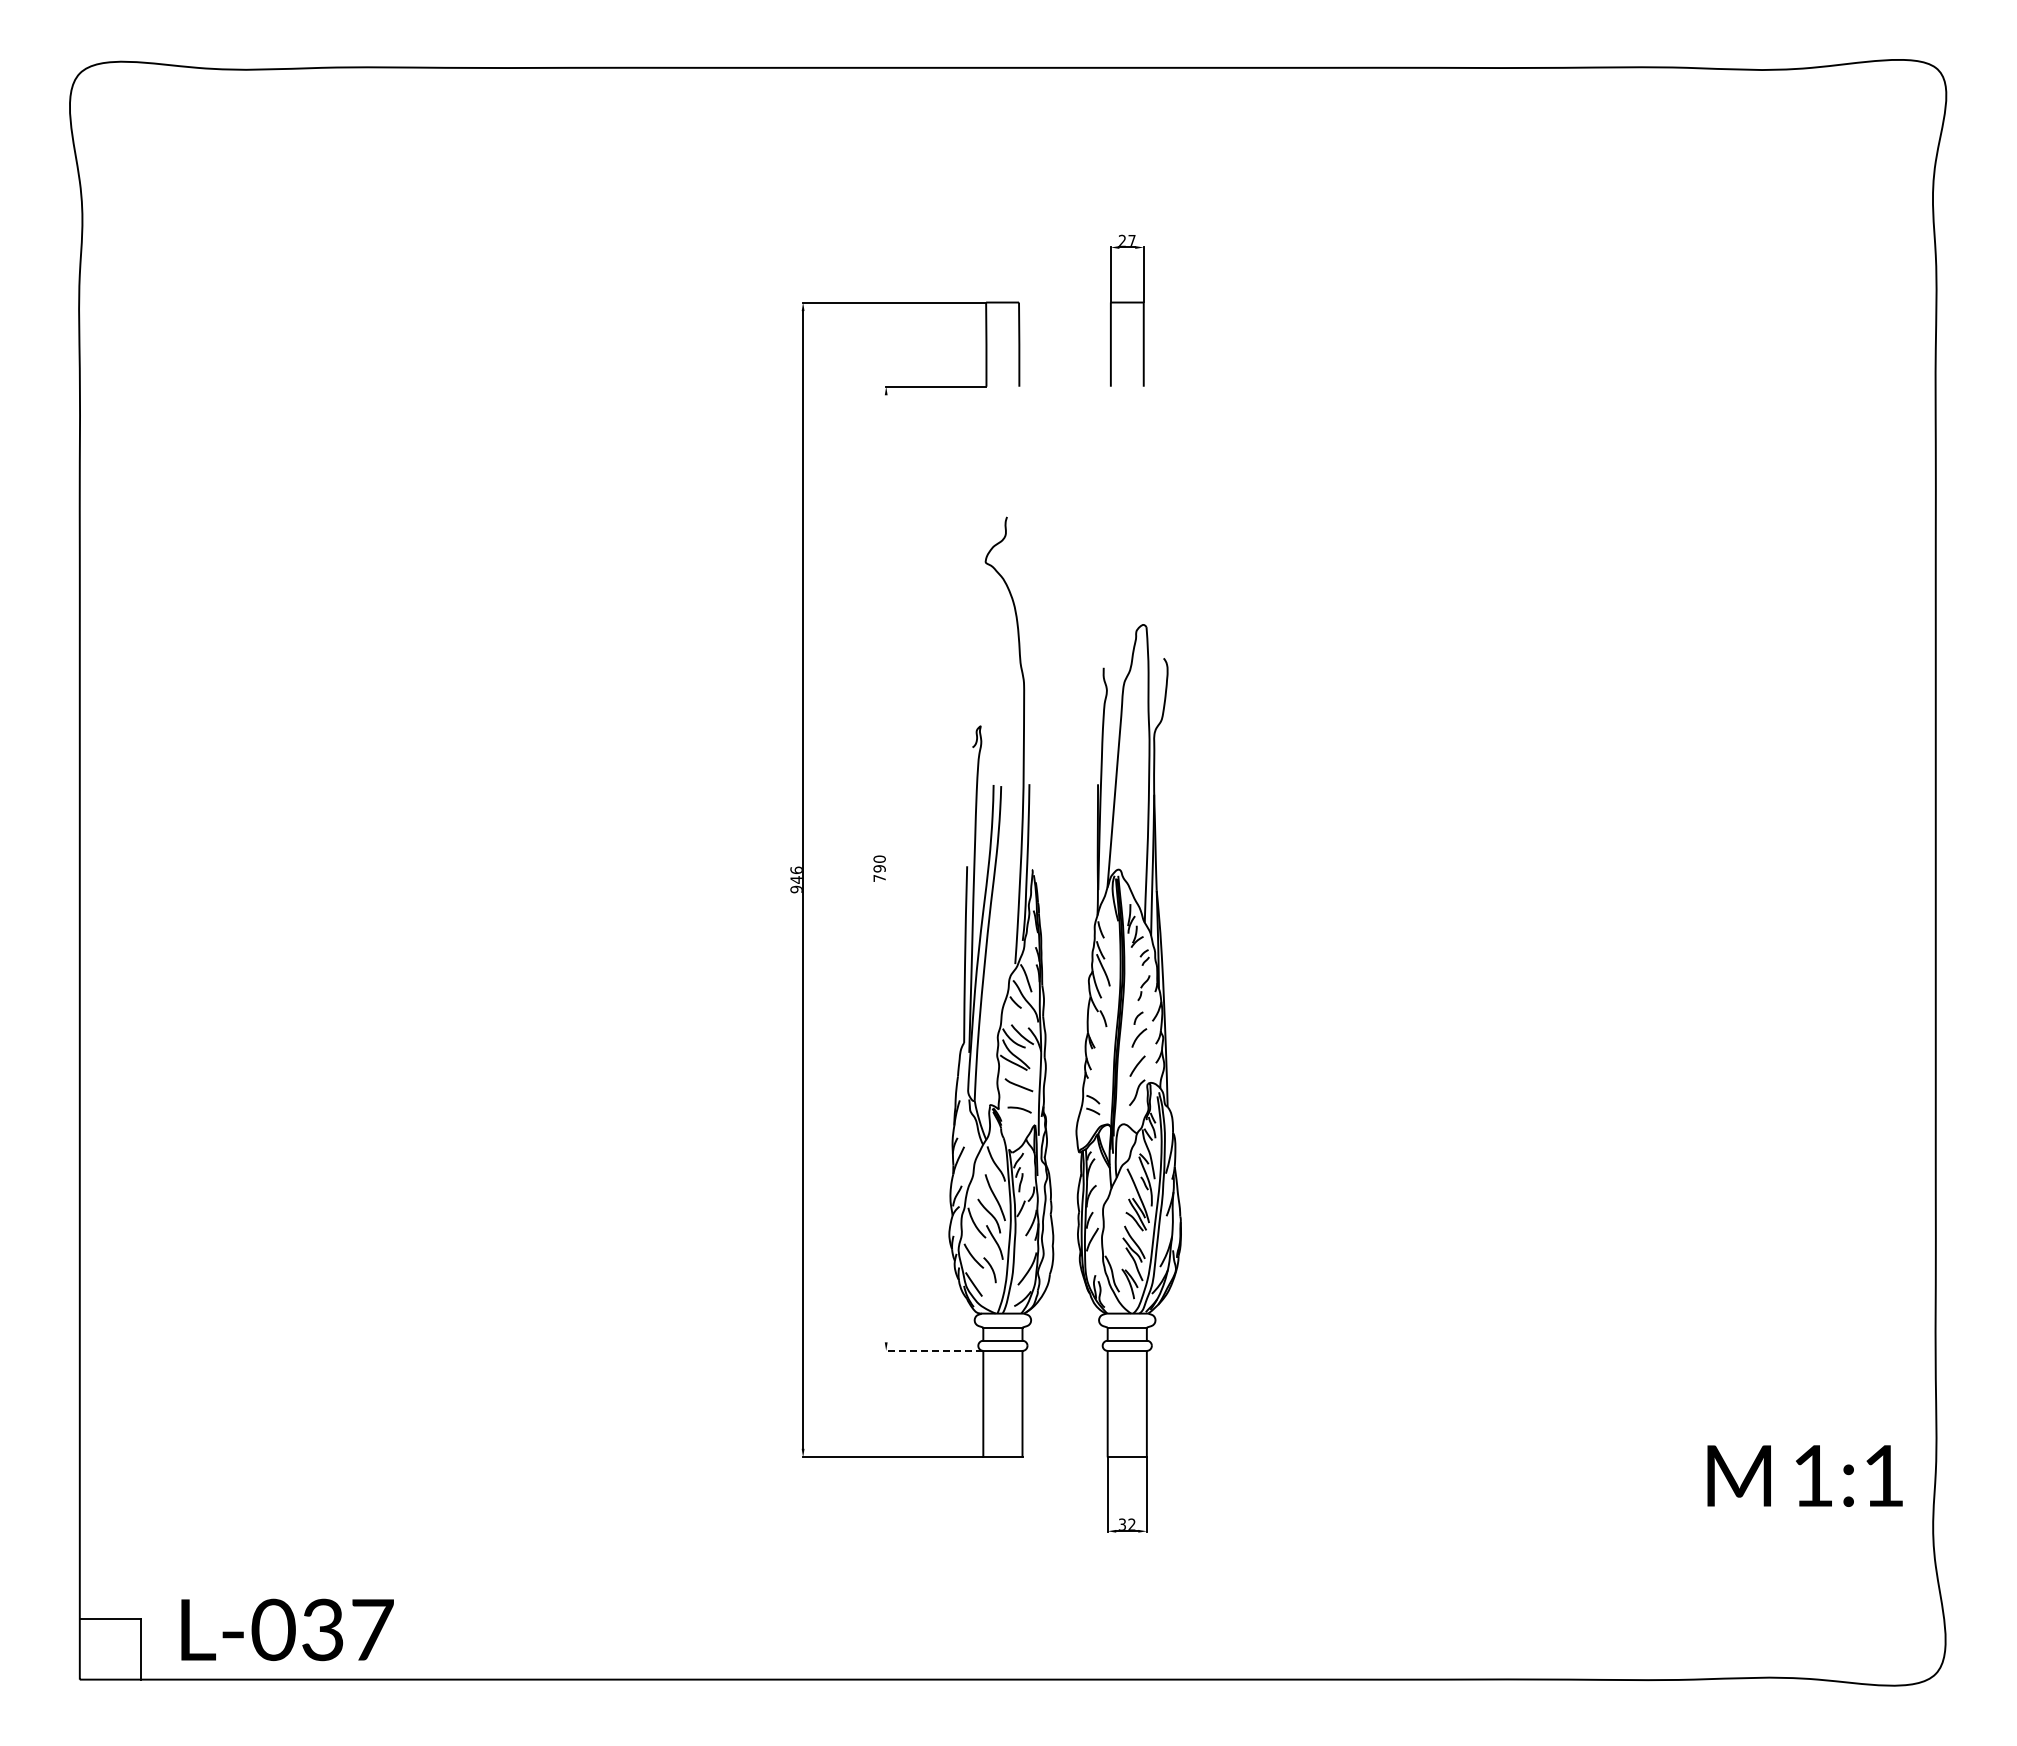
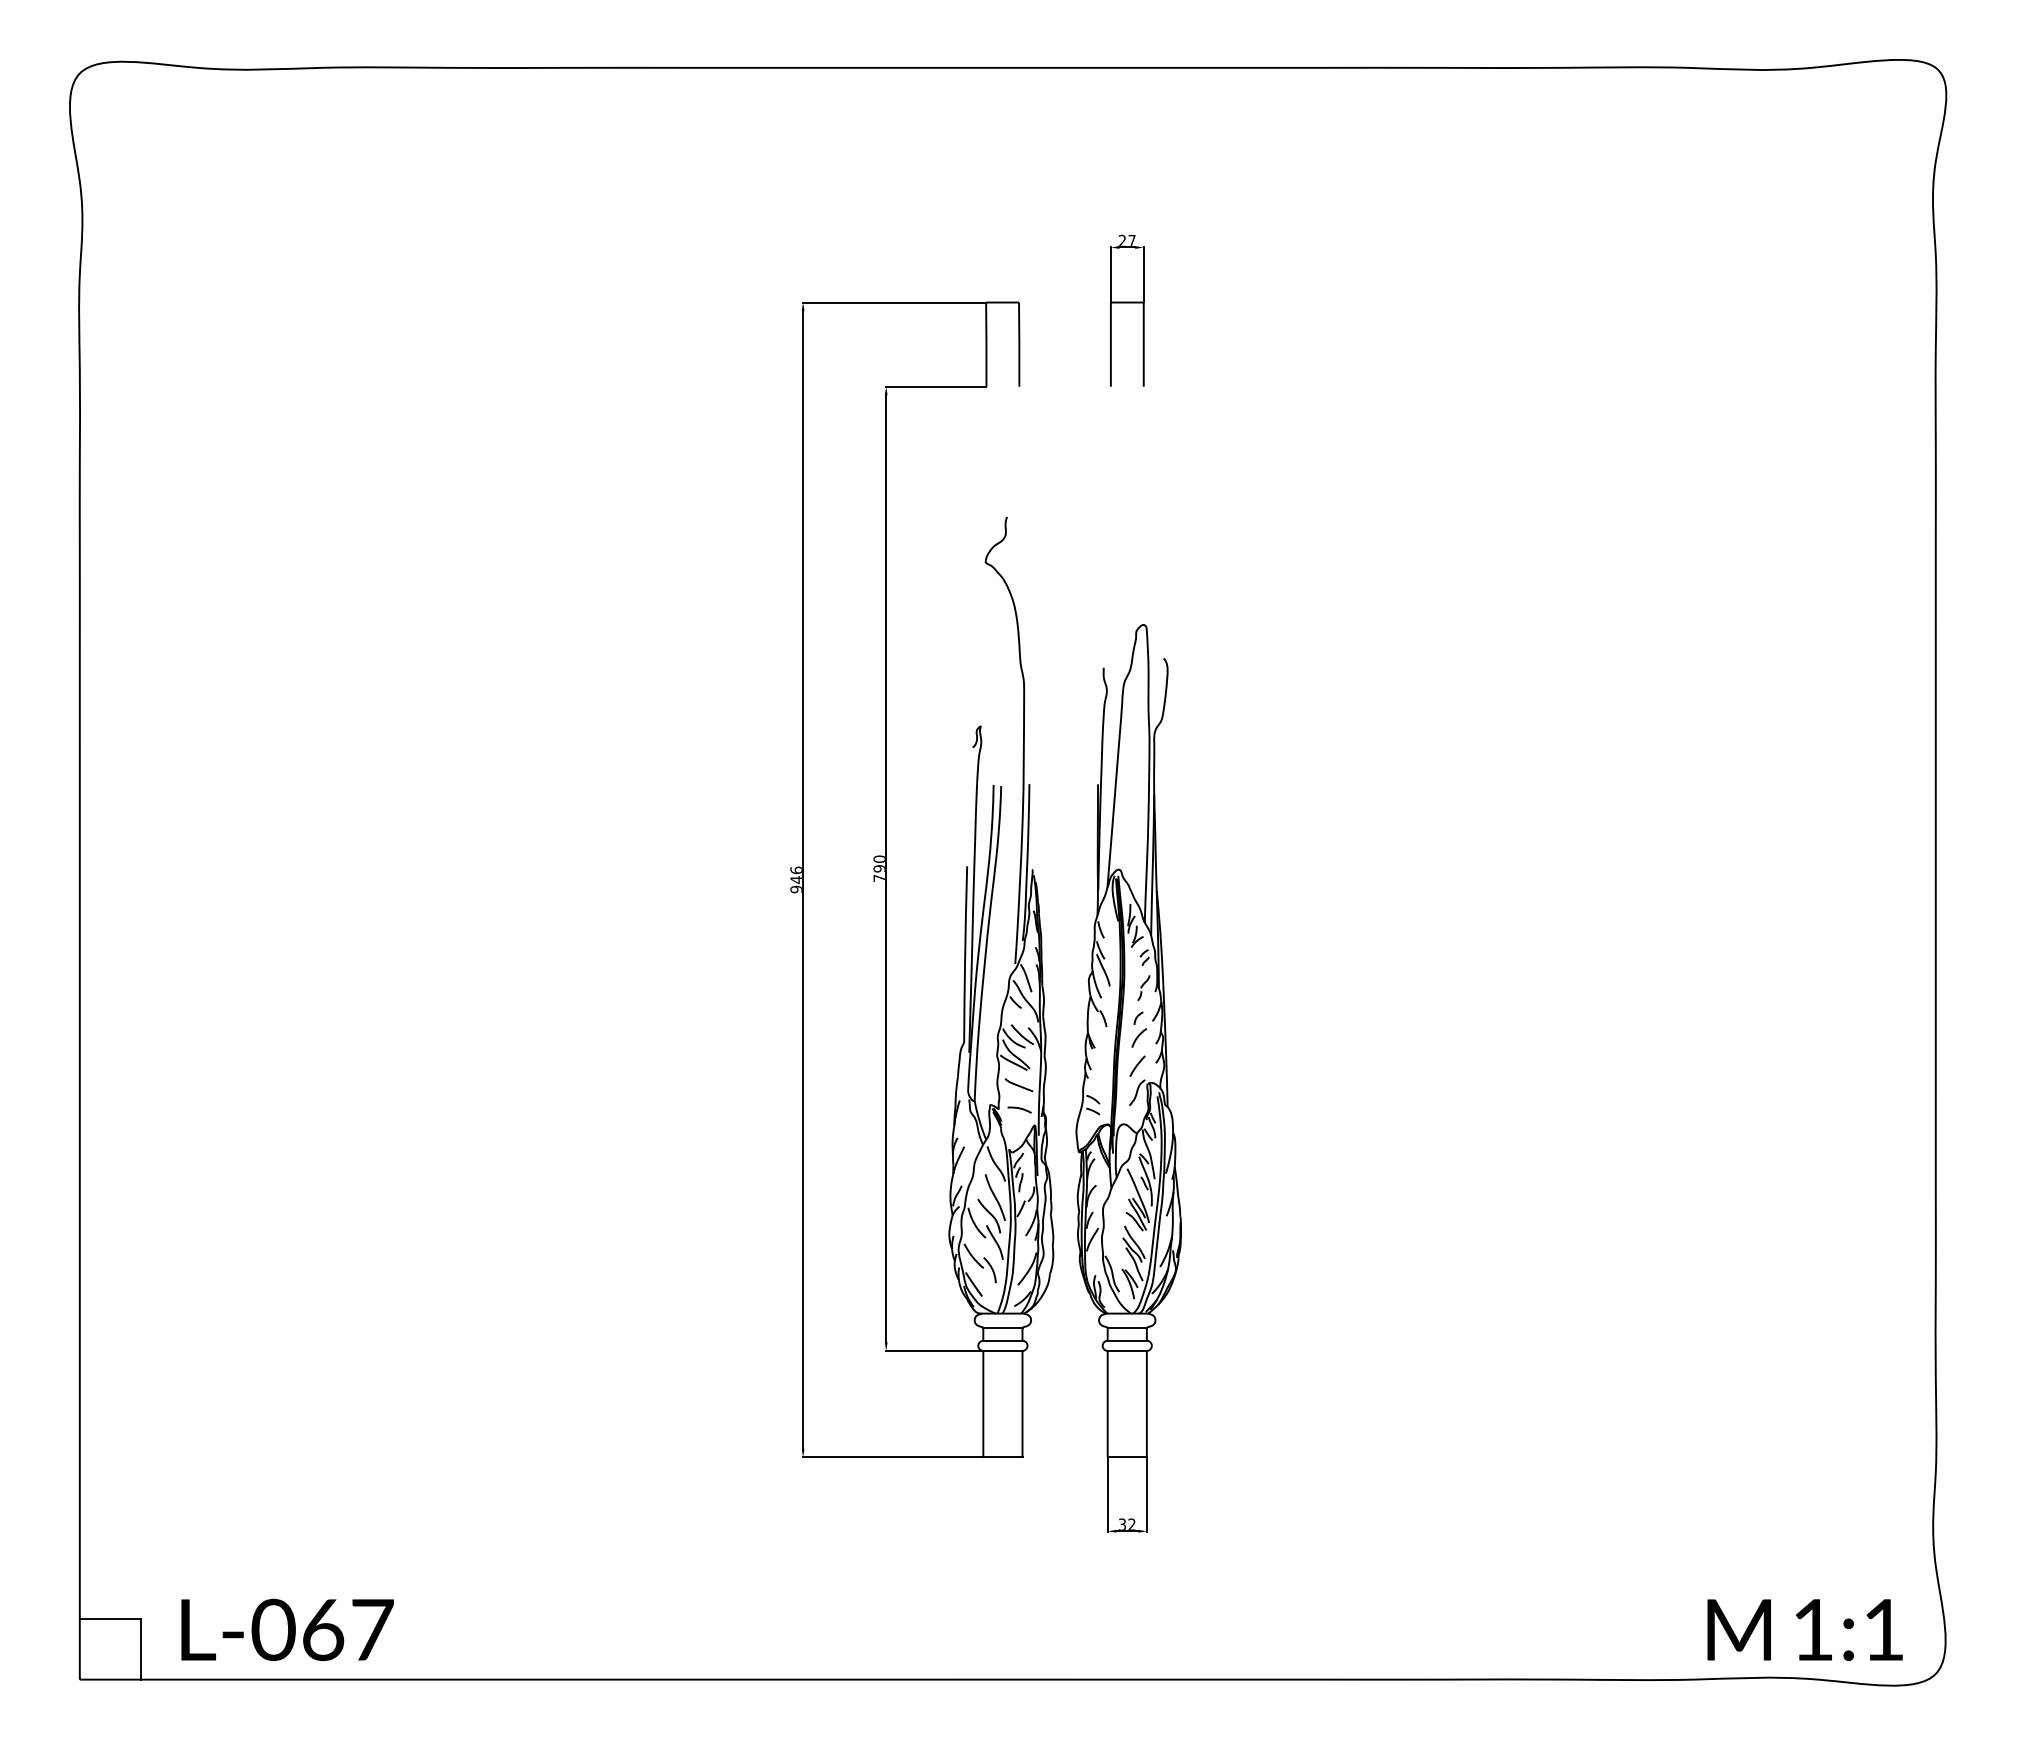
line at (886, 868): none -> present
line at (934, 1350): dashed -> solid
text at (1804, 1475) position: (1804, 1475) -> (1804, 1629)
text at (323, 1629): L-037 -> L-067
